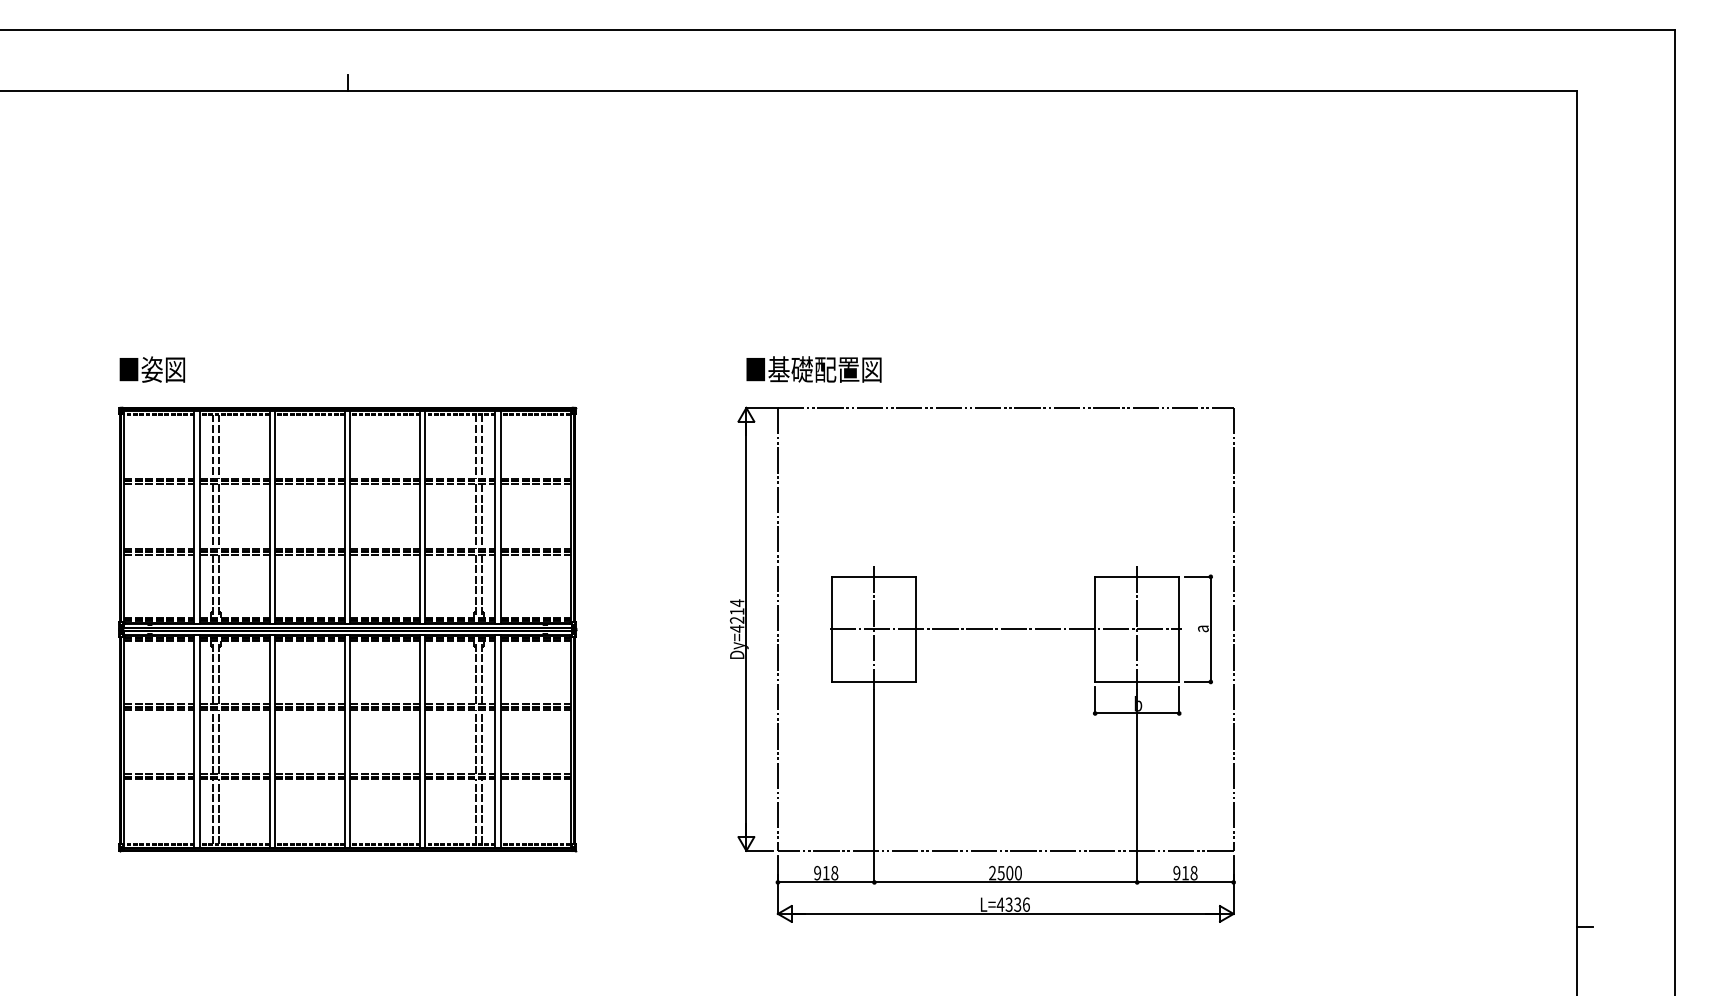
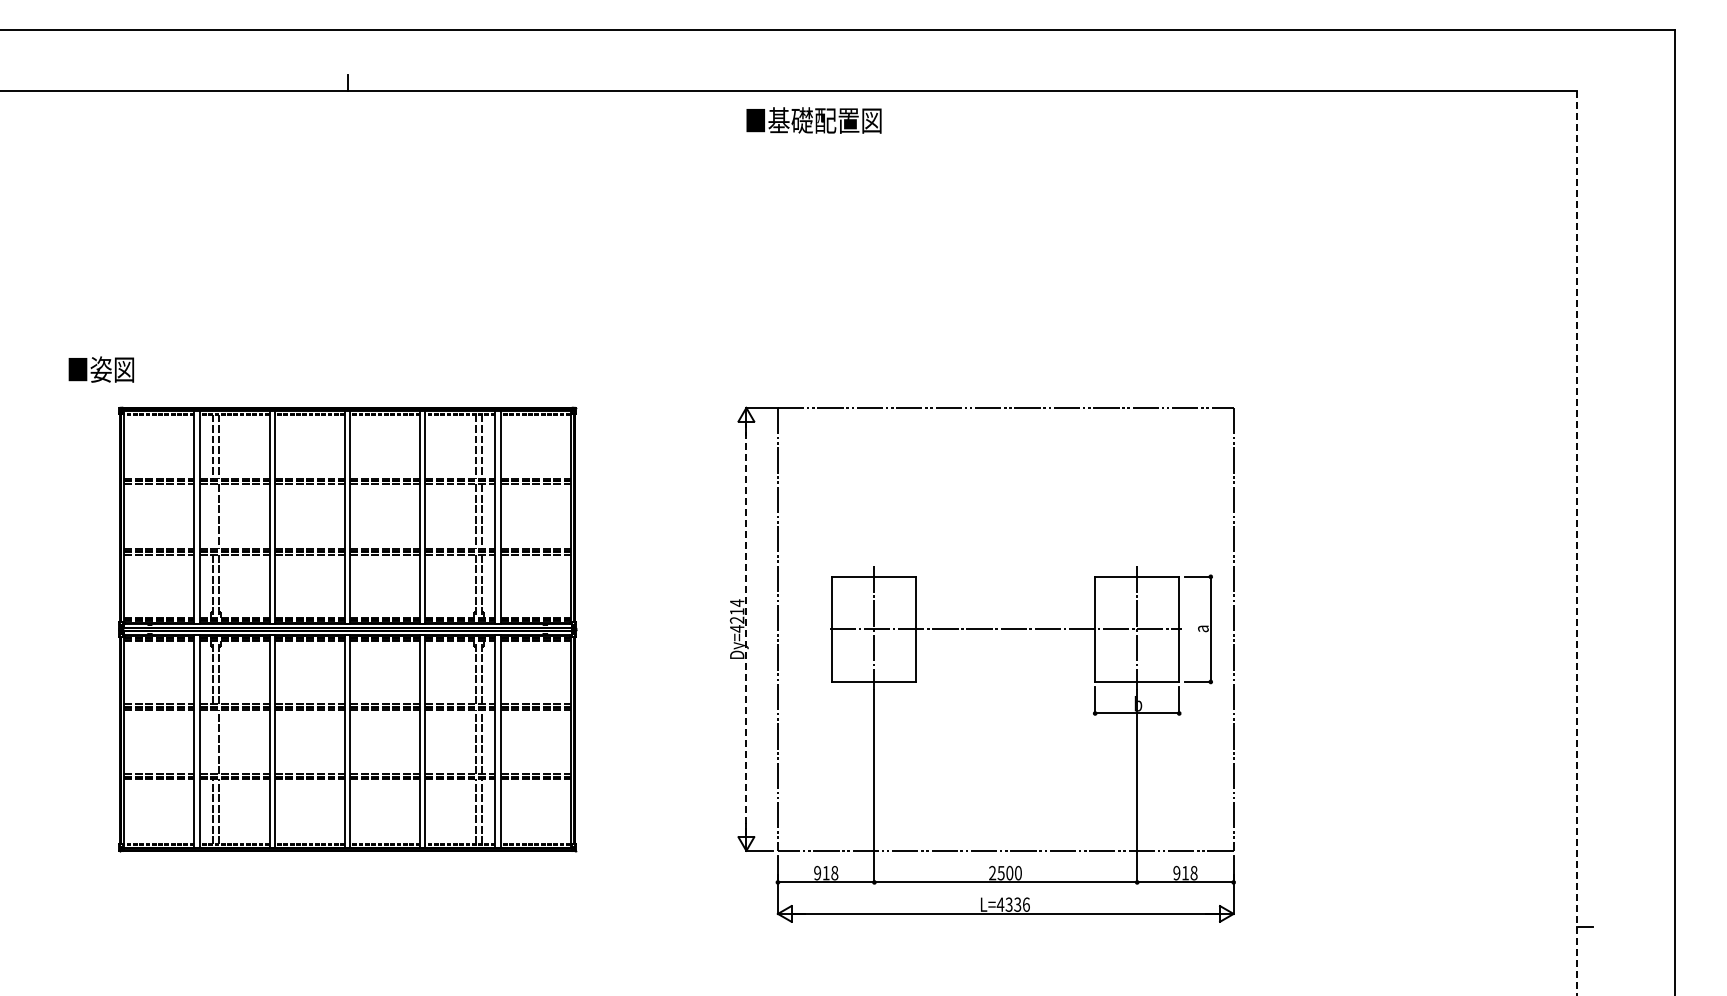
text at (151, 369) position: (151, 369) -> (100, 369)
text at (813, 369) position: (813, 369) -> (813, 120)
line at (213, 516): present -> none
line at (1577, 544): solid -> dashed
line at (746, 629): solid -> dashed
line at (213, 741): present -> none
